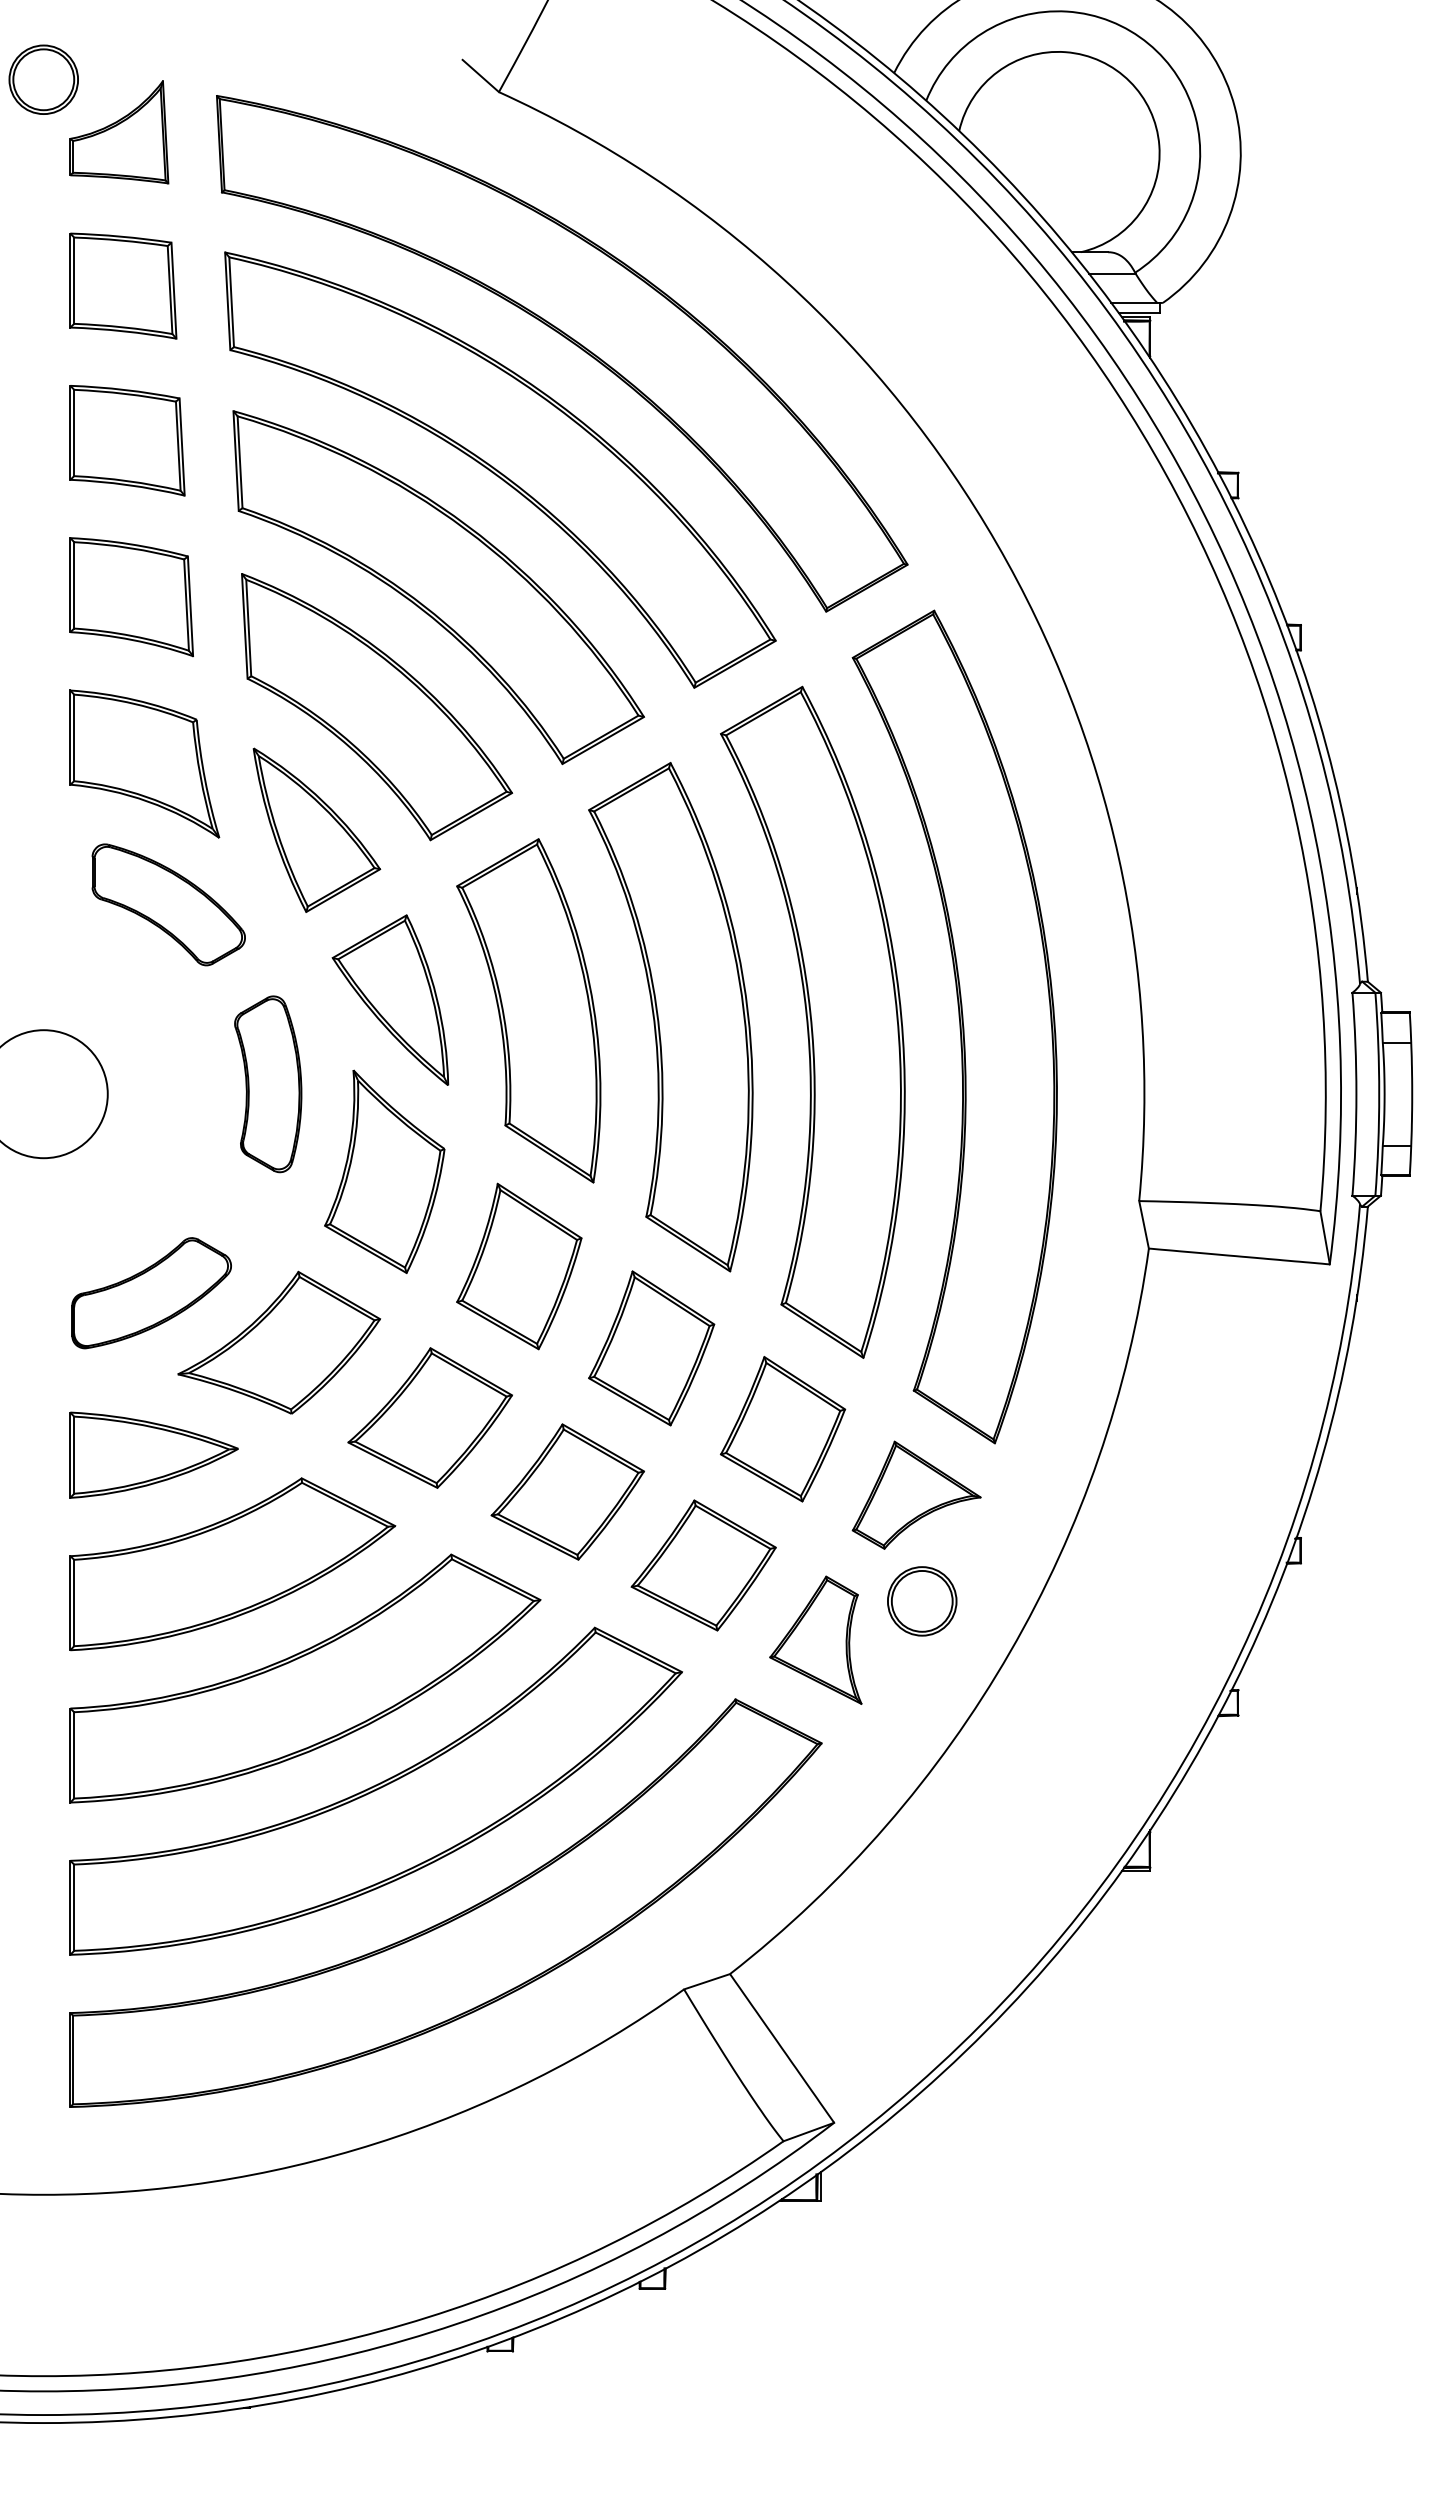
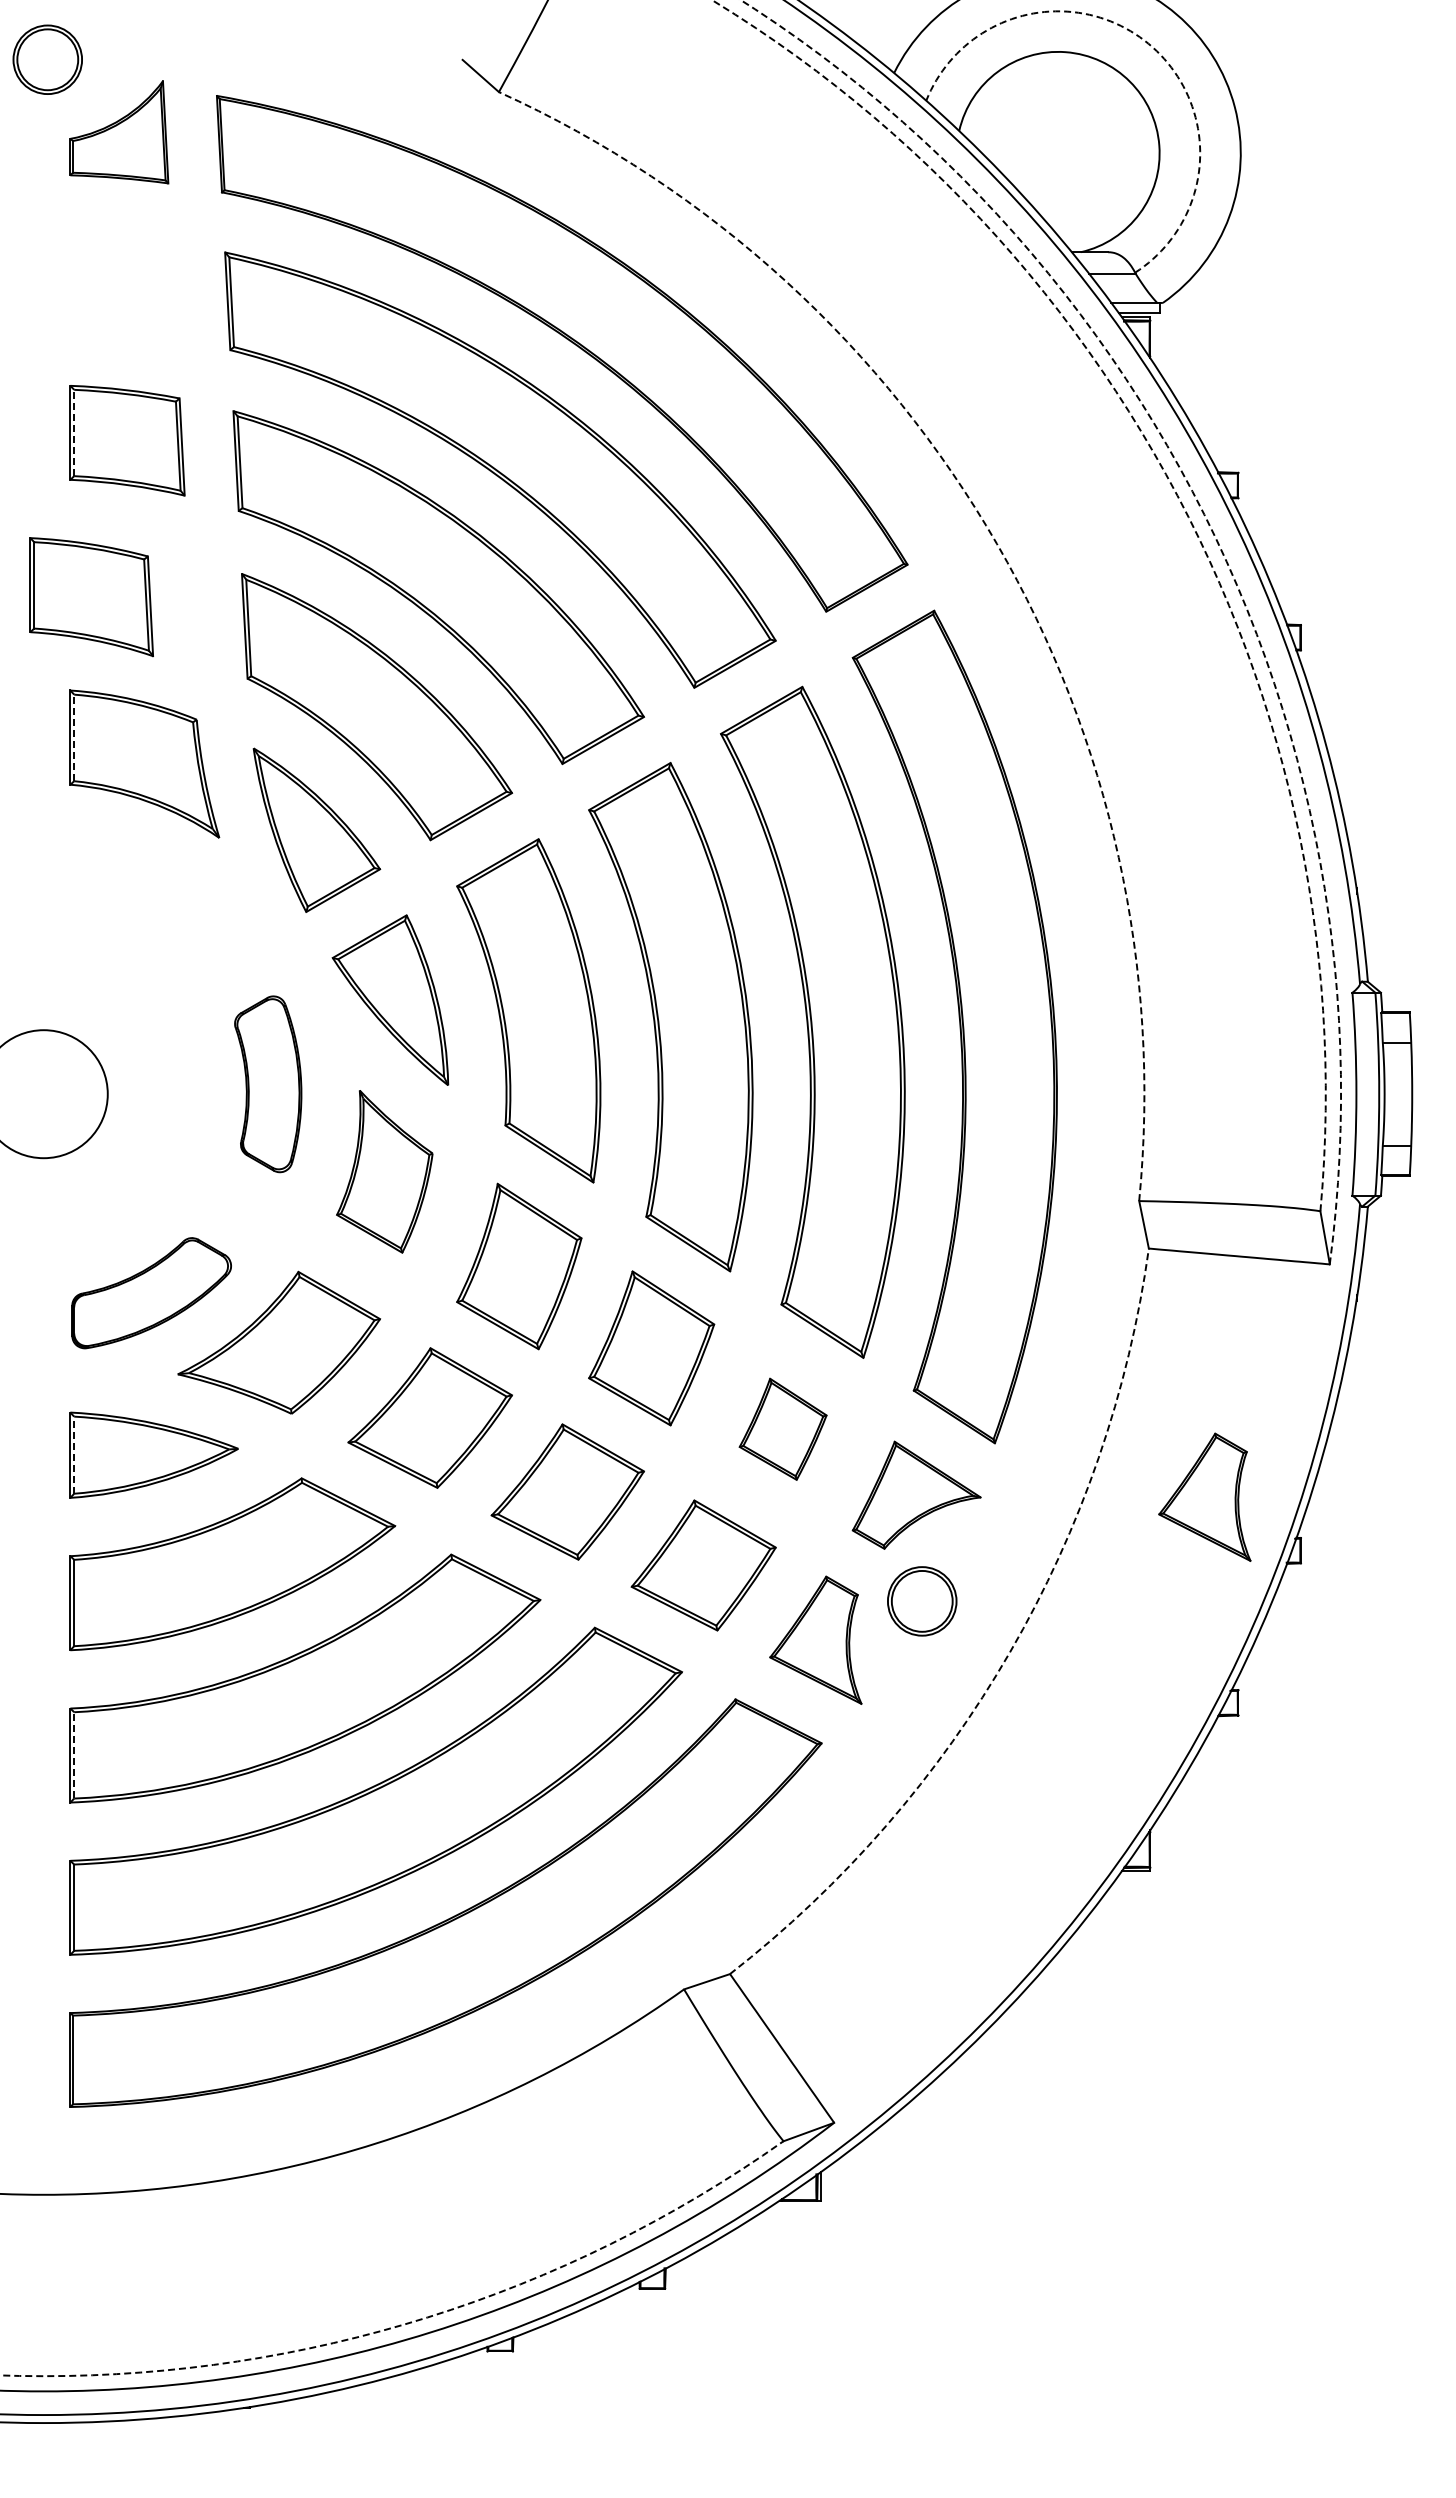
arc at (1148, 43): solid -> dashed
part at (43, 79) position: (43, 79) -> (47, 59)
part at (123, 285): present -> none
line at (74, 432): solid -> dashed
arc at (1189, 518): solid -> dashed
arc at (996, 543): solid -> dashed
arc at (1218, 544): solid -> dashed
part at (131, 597) position: (131, 597) -> (91, 597)
line at (74, 737): solid -> dashed
part at (168, 904): present -> none
part at (384, 1171) size: 122x205 px -> 98x164 px
part at (783, 1429) size: 127x147 px -> 90x104 px
line at (74, 1455): solid -> dashed
part at (1204, 1496): none -> present
arc at (1010, 1652): solid -> dashed
line at (74, 1754): solid -> dashed
arc at (408, 2323): solid -> dashed
